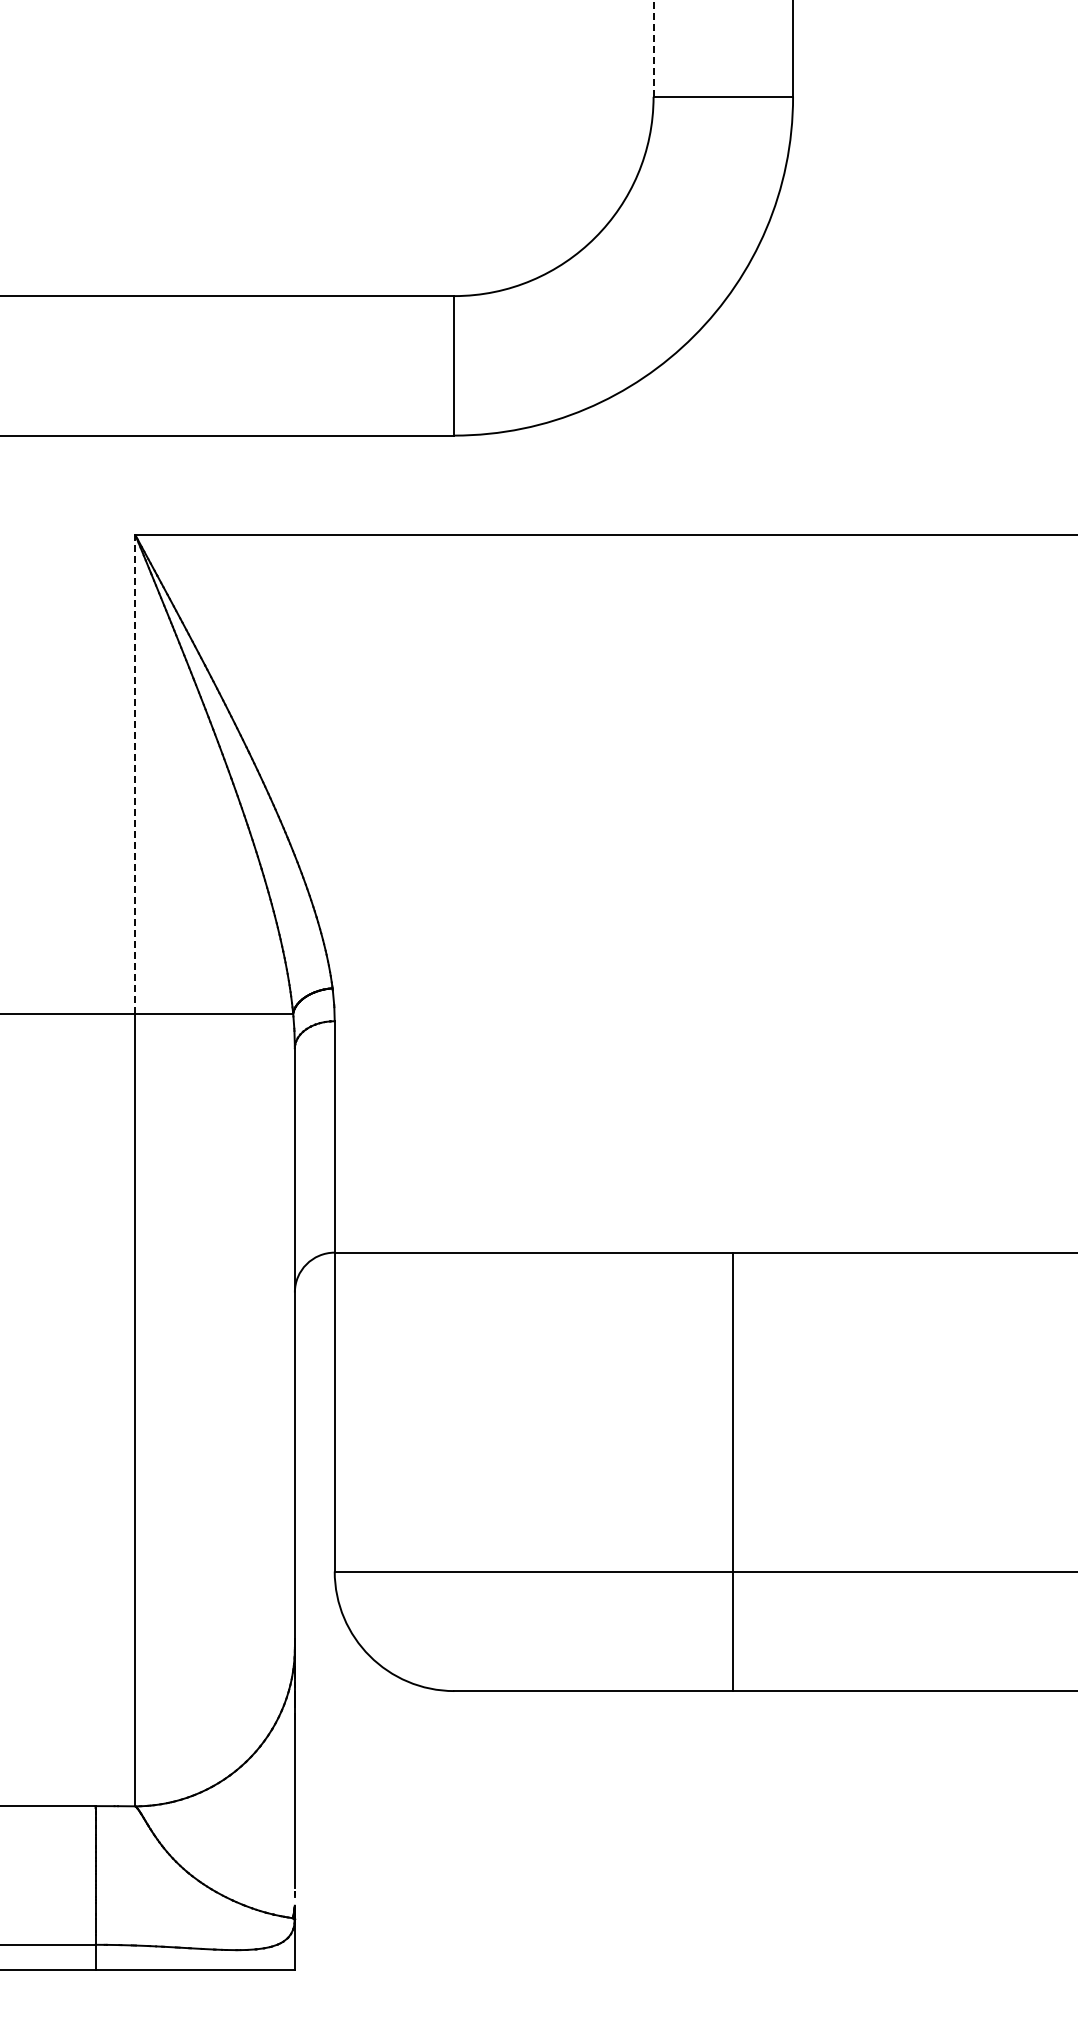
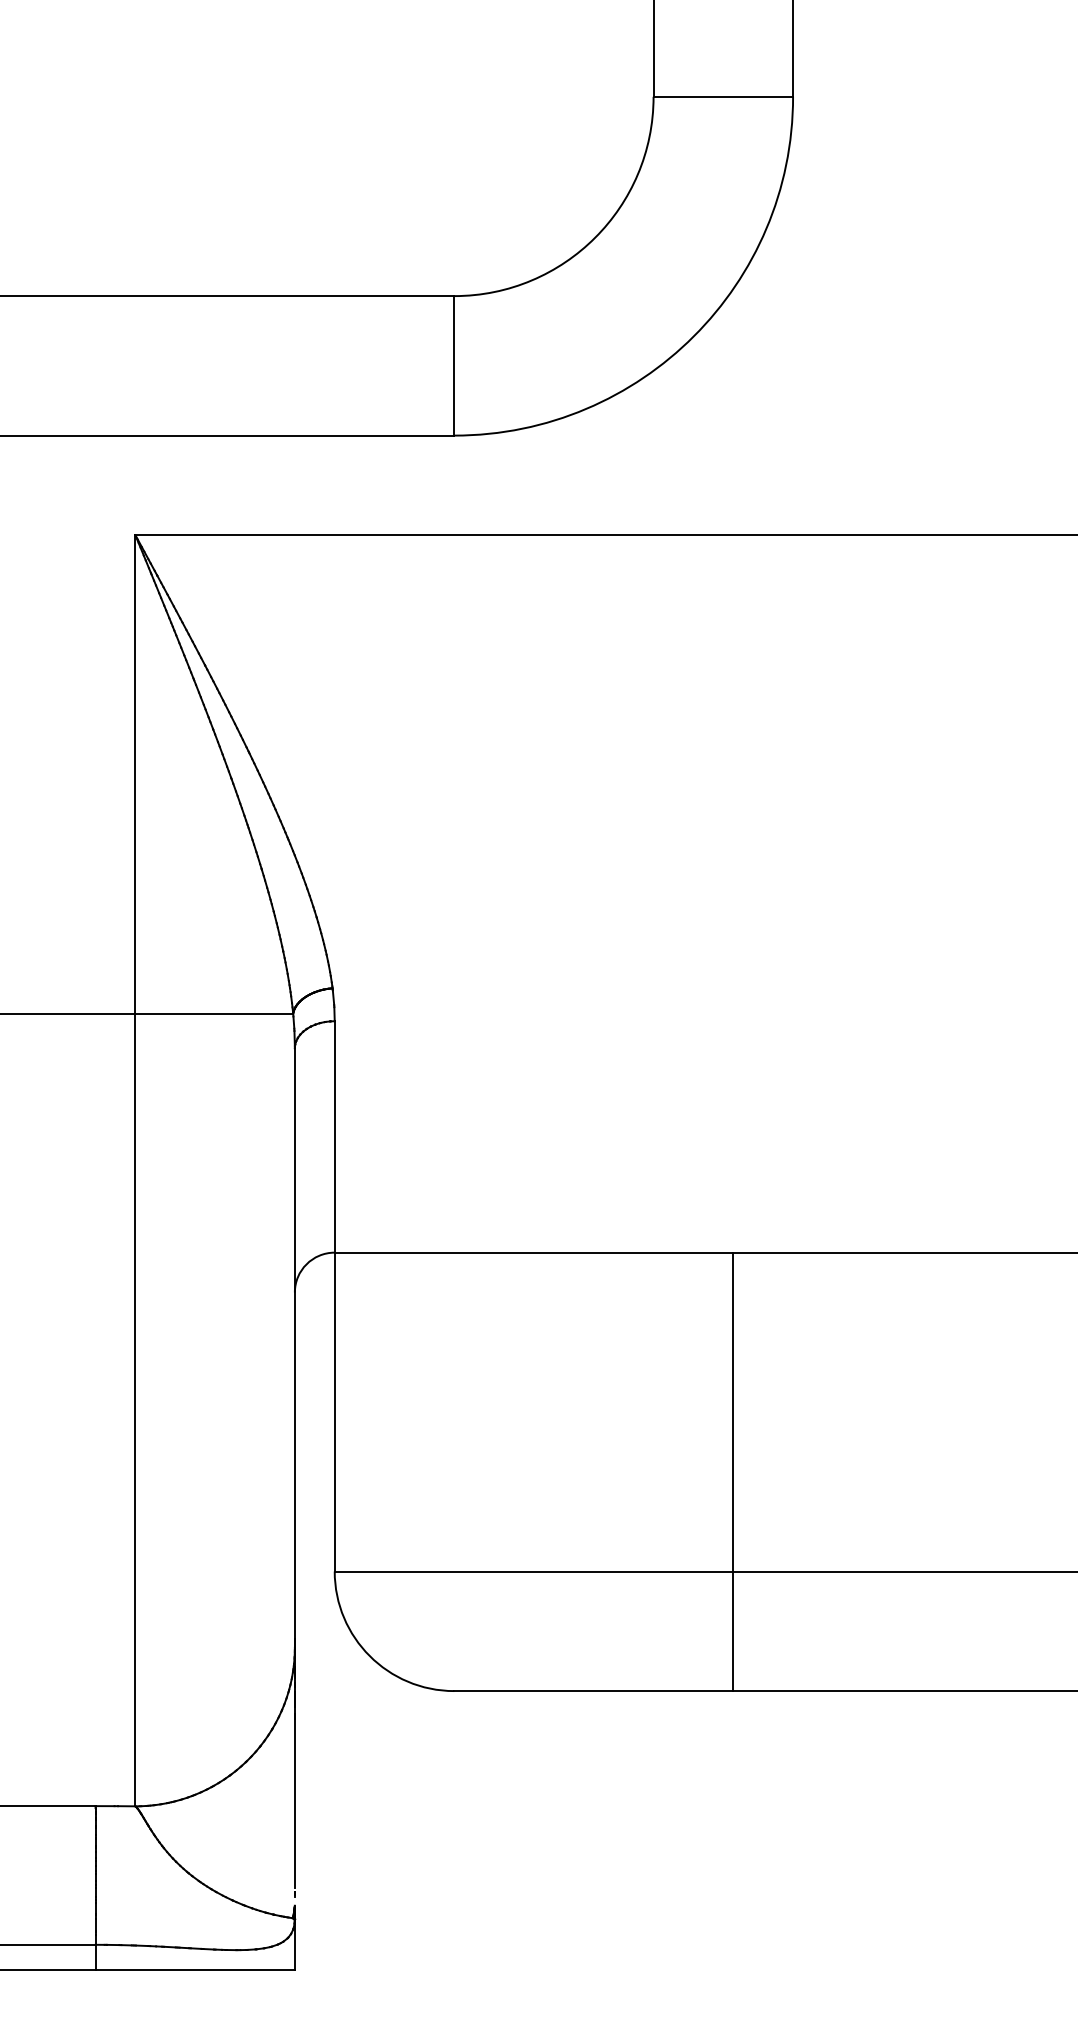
line at (653, 48): dashed -> solid
line at (135, 773): dashed -> solid
